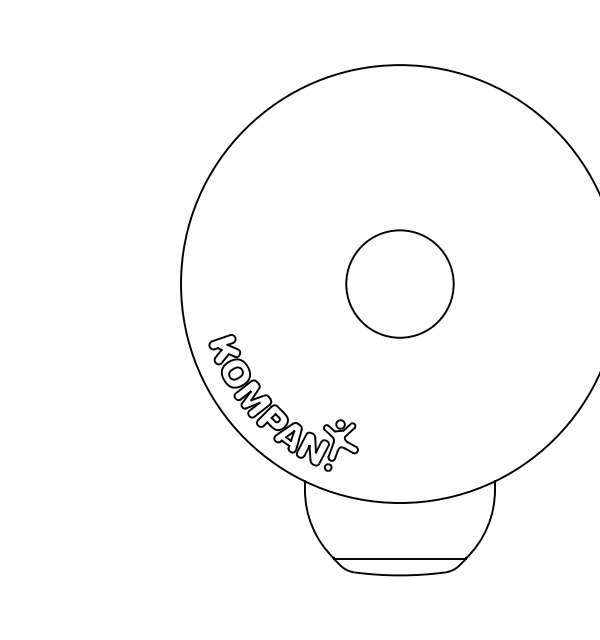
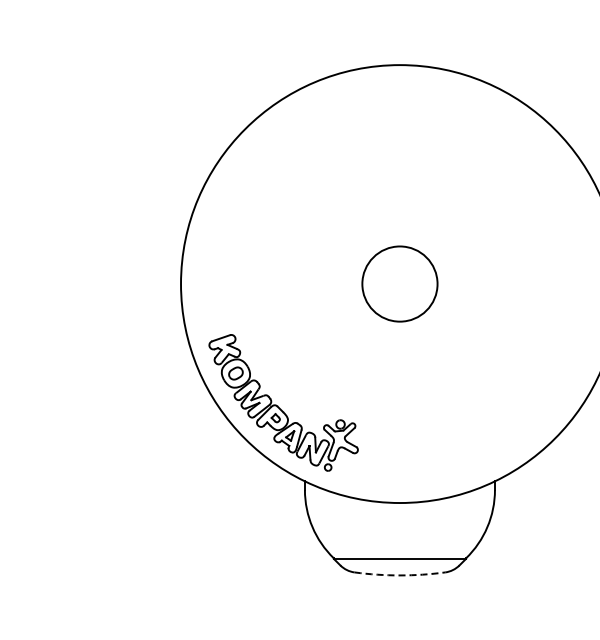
circle at (399, 283) diameter: 107 px -> 75 px
arc at (399, 575): solid -> dashed
